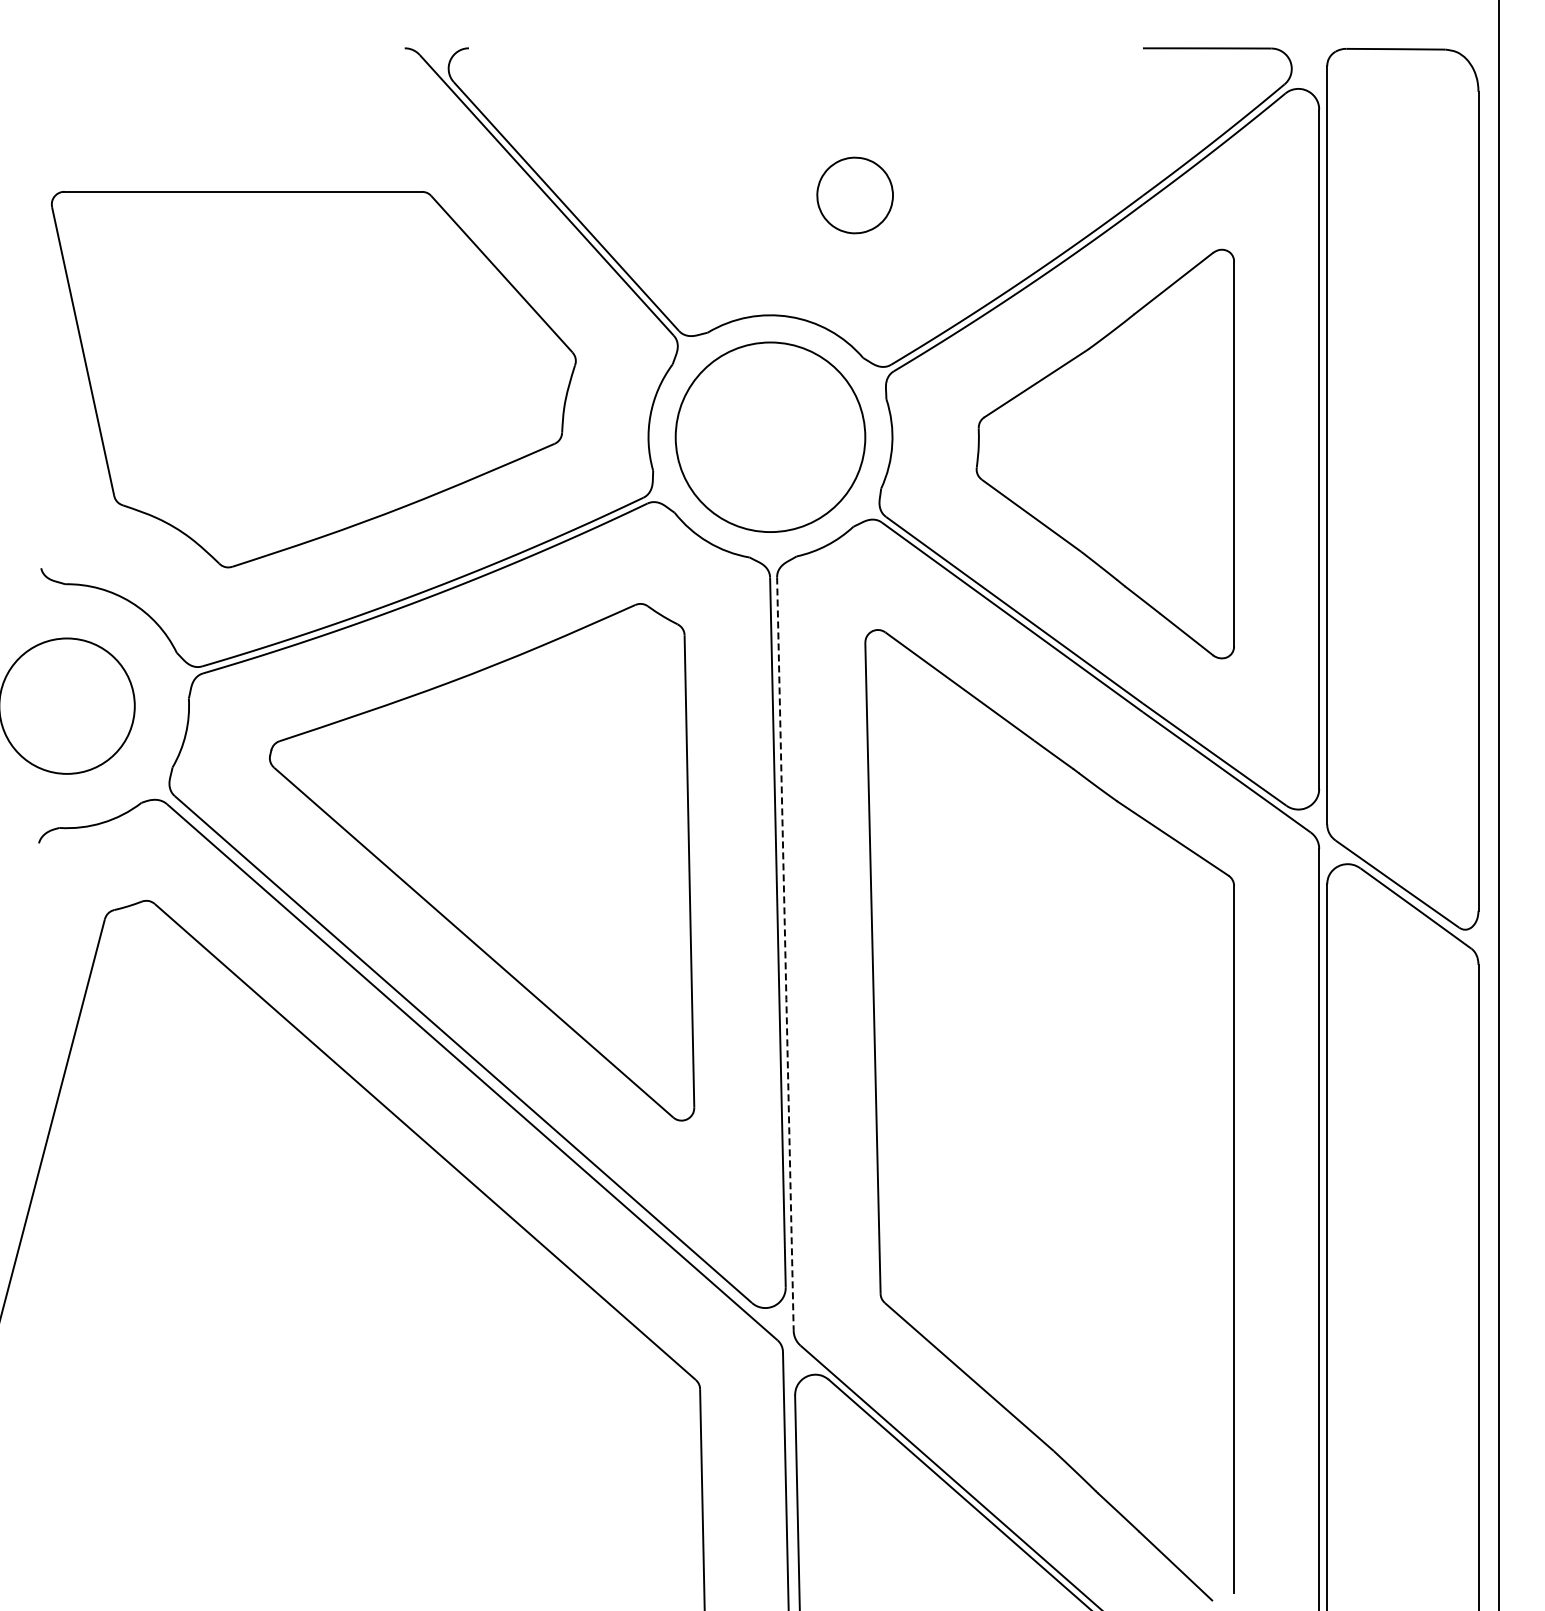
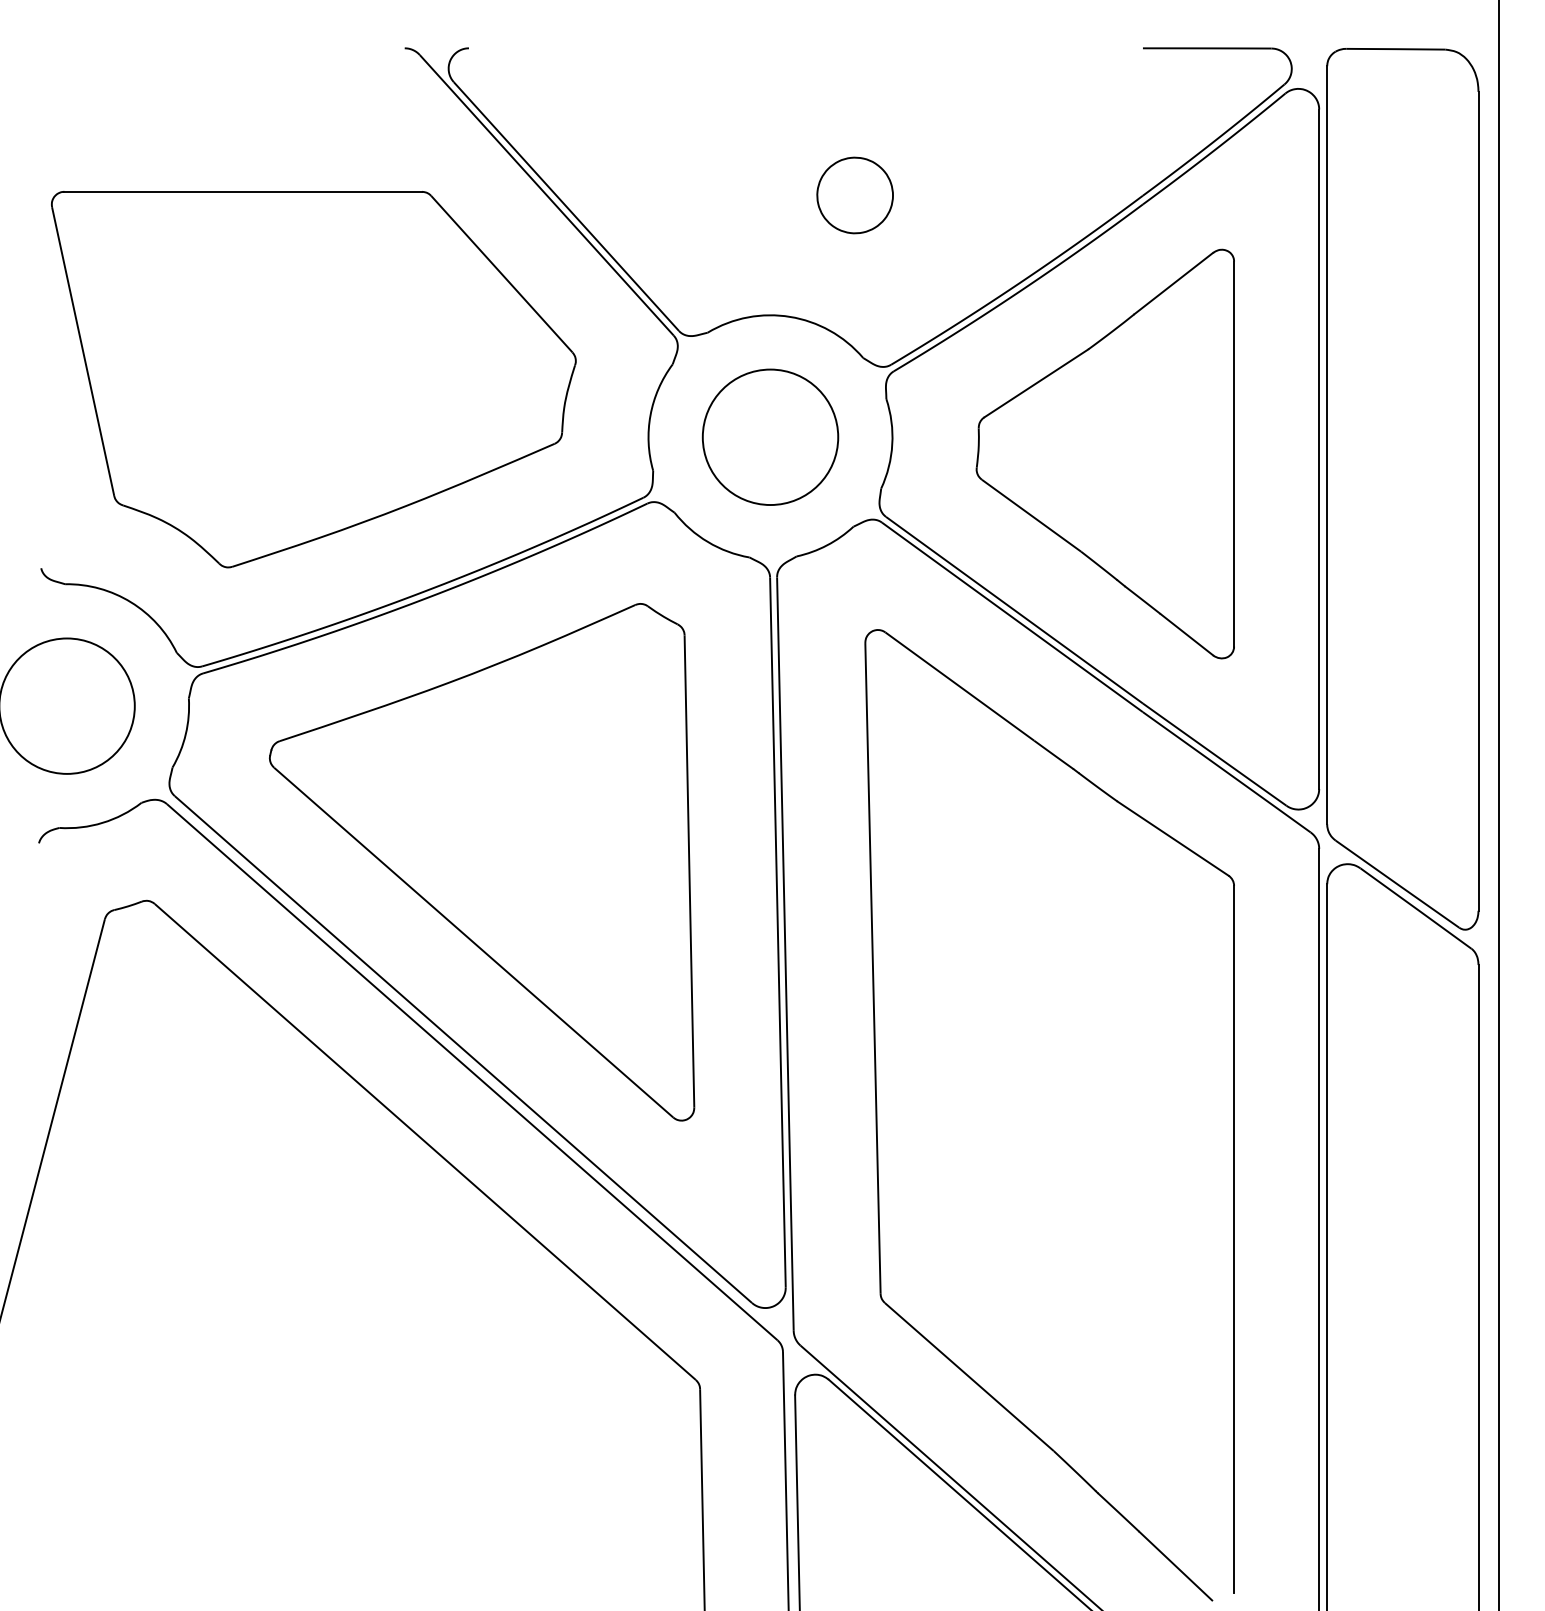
circle at (770, 437) diameter: 190 px -> 135 px
line at (785, 955): dashed -> solid
